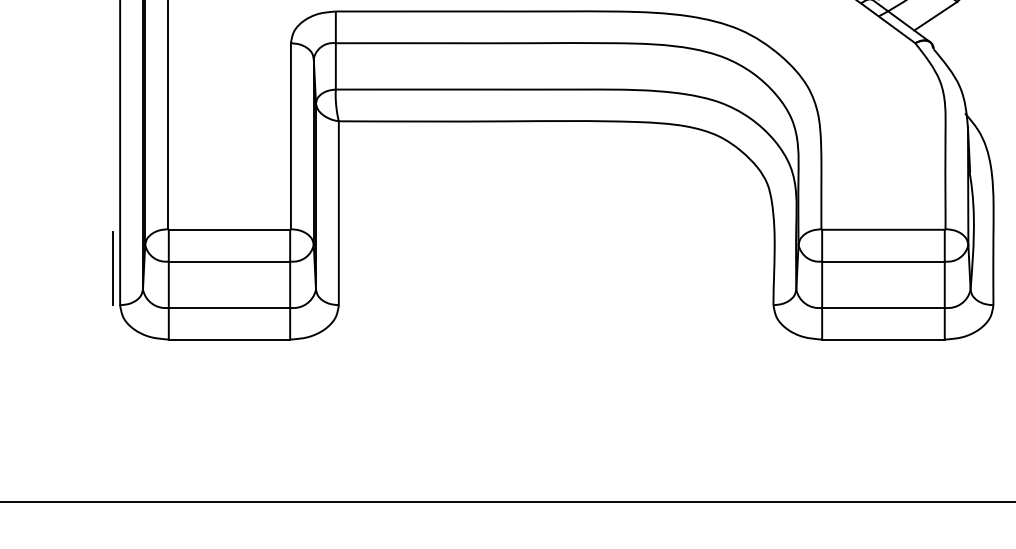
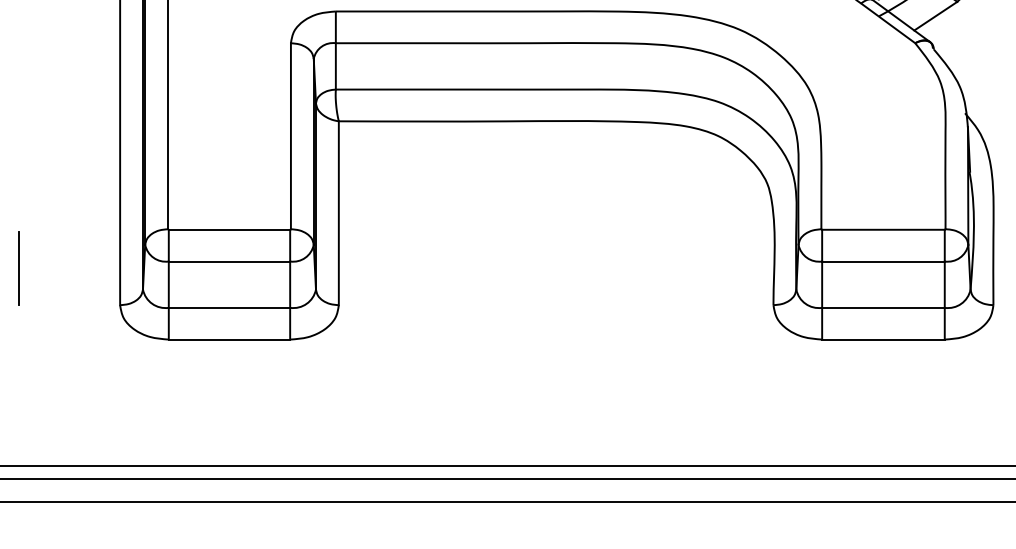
line at (112, 268) position: (112, 268) -> (18, 268)
line at (507, 465): none -> present
line at (507, 479): none -> present
